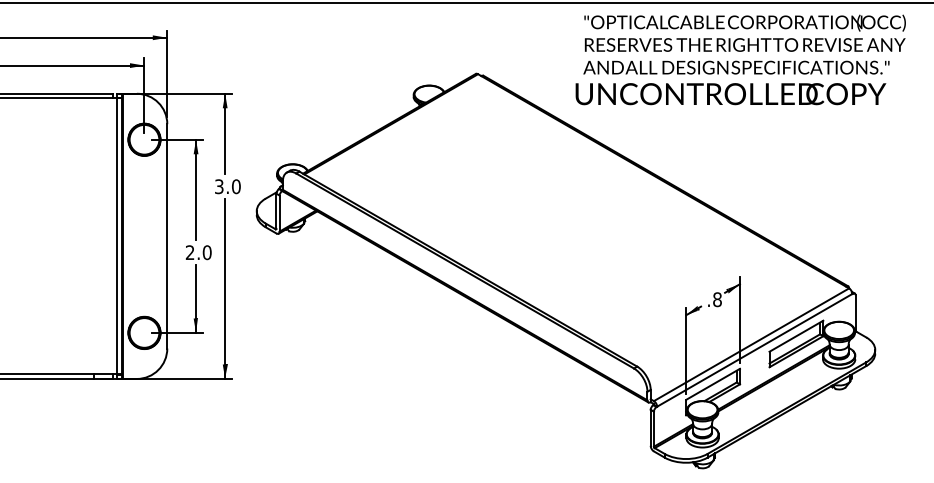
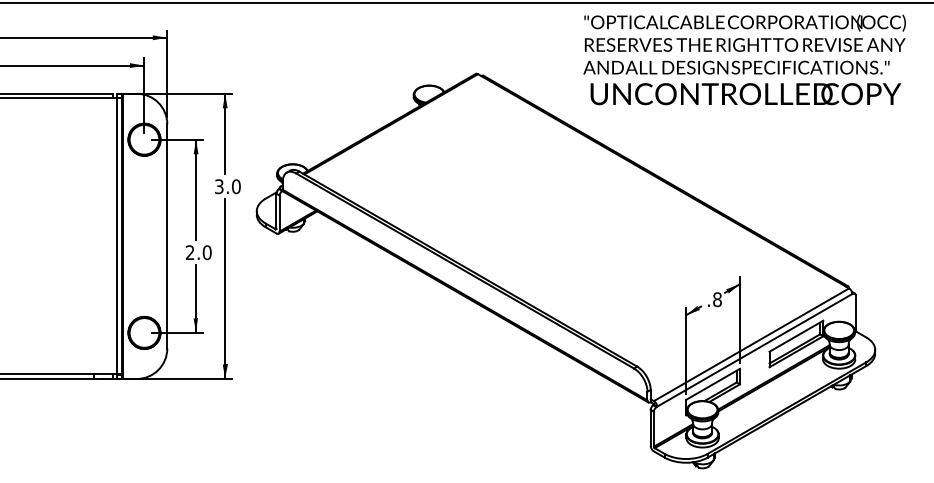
text at (730, 94) position: (730, 94) -> (745, 94)
